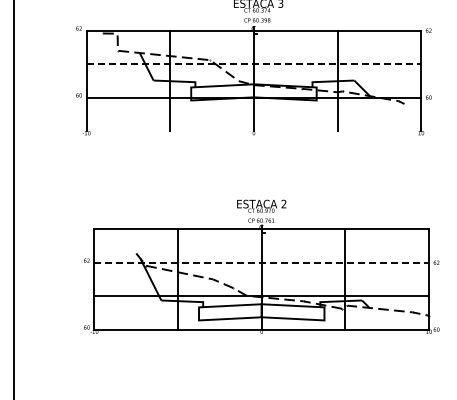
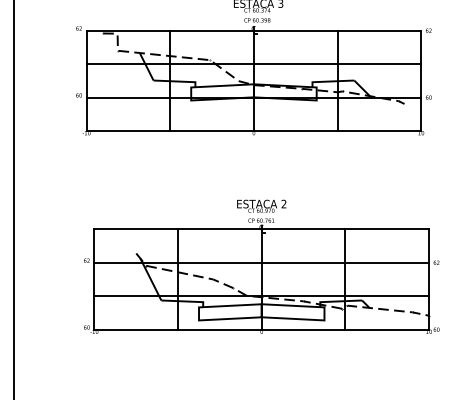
line at (254, 64): dashed -> solid
line at (253, 131): none -> present
line at (262, 262): dashed -> solid
